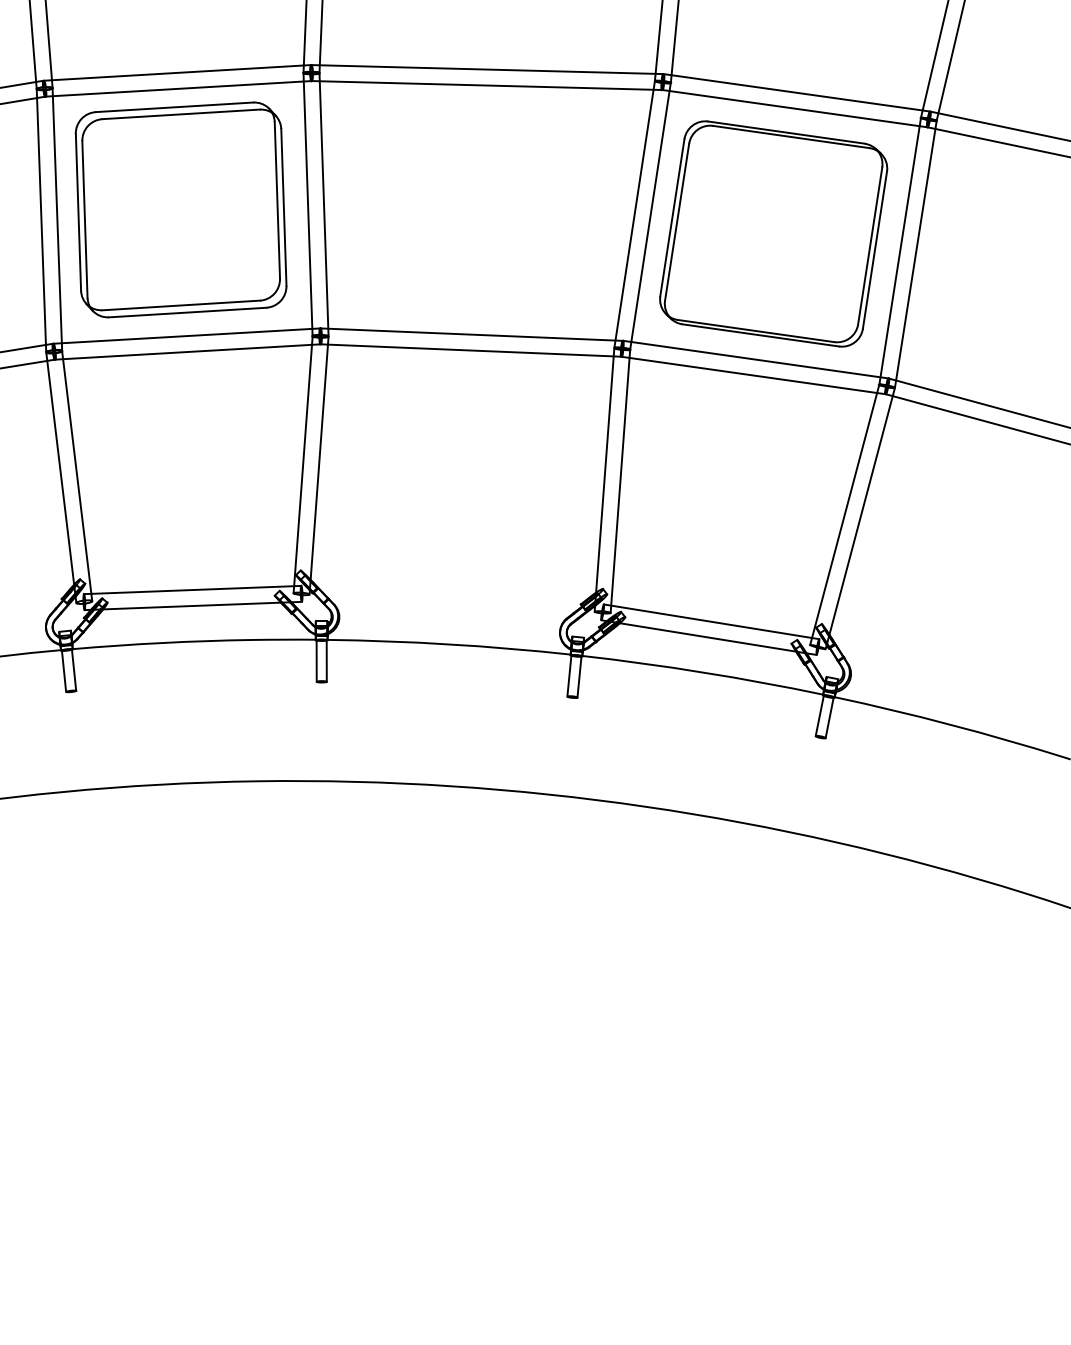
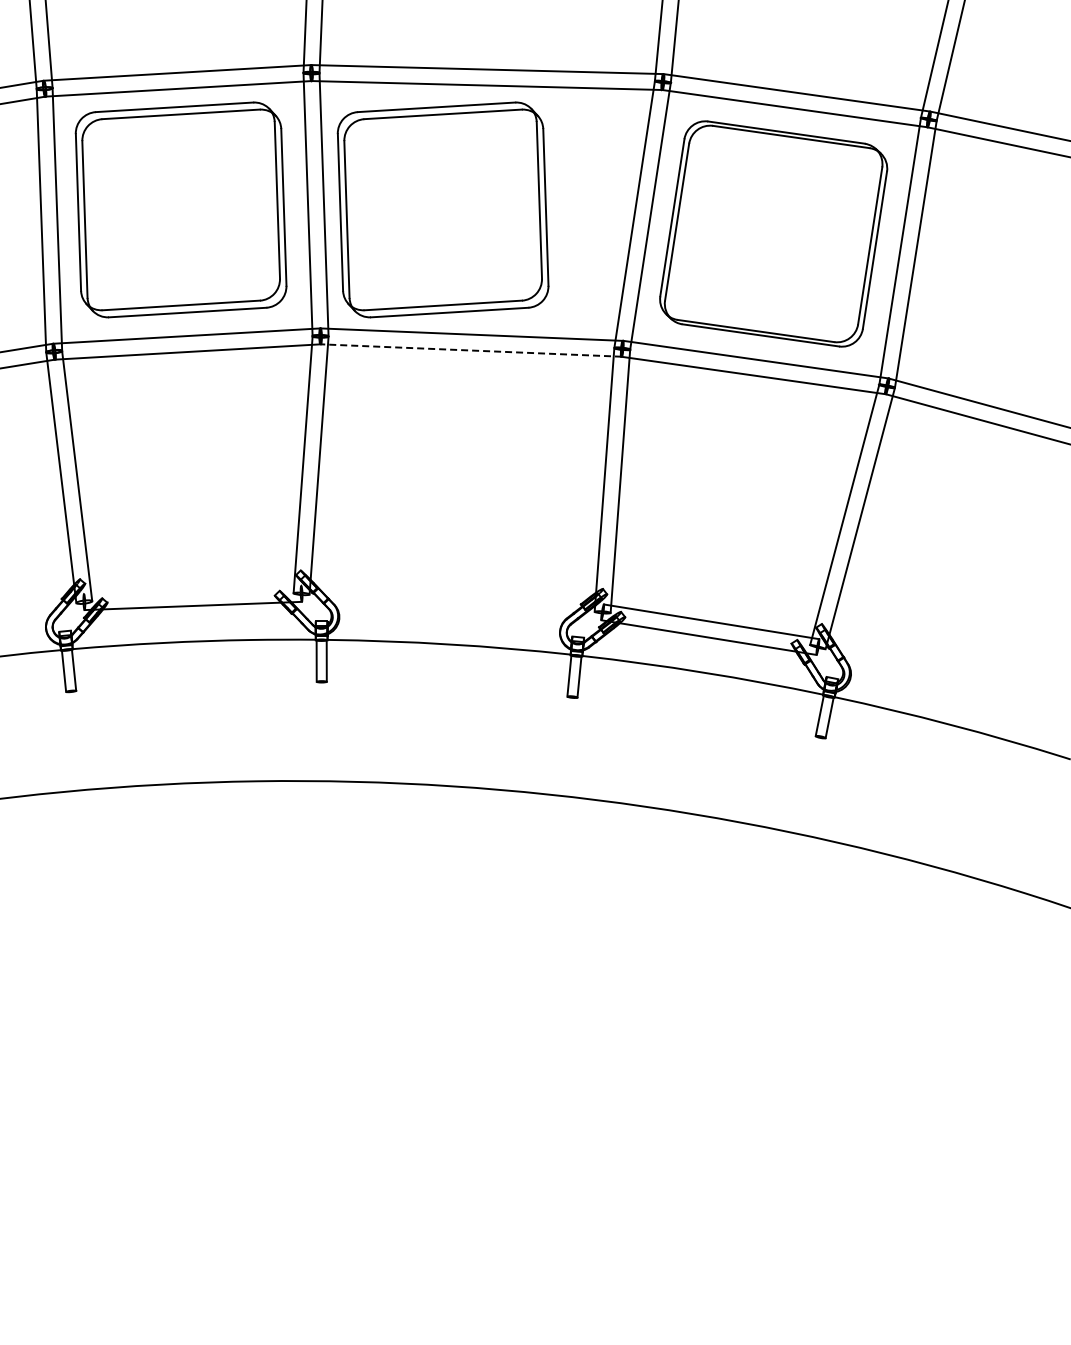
part at (442, 209): none -> present
line at (471, 350): solid -> dashed
line at (192, 589): present -> none
